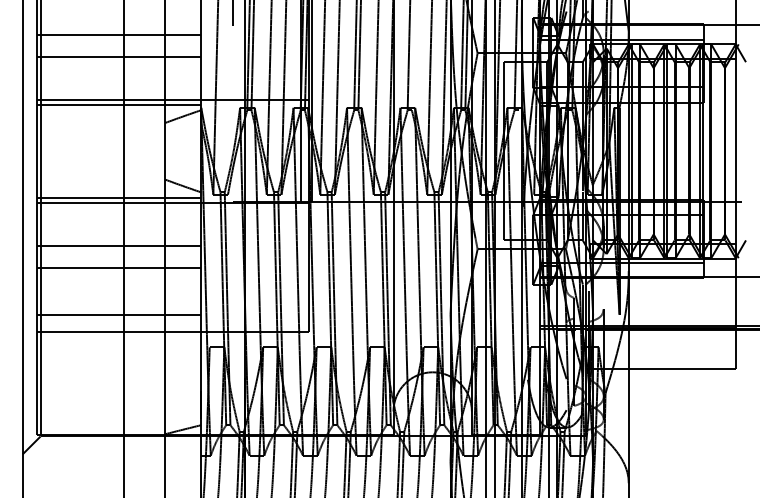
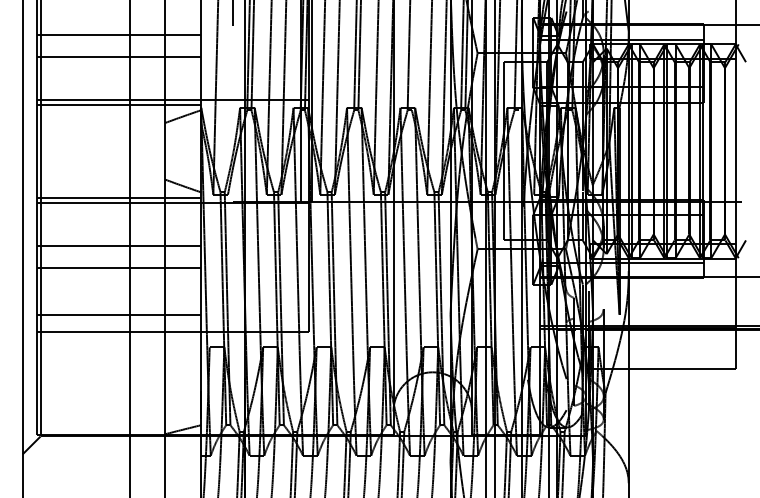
line at (123, 248) position: (123, 248) -> (129, 248)
